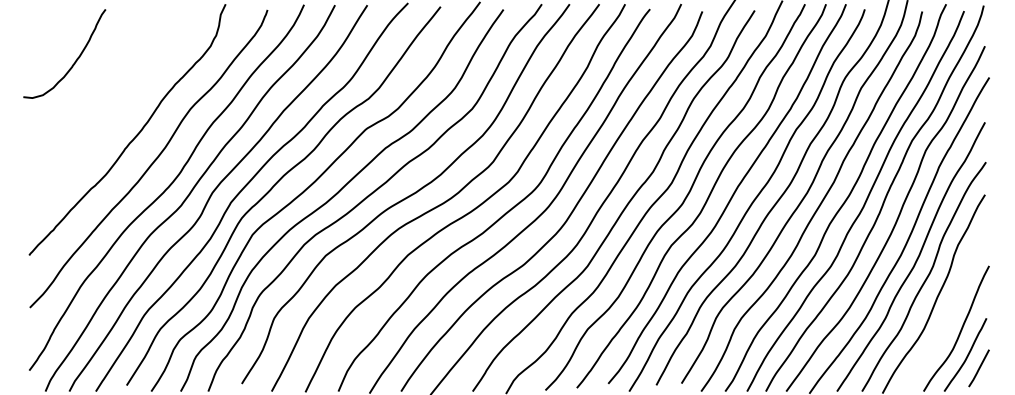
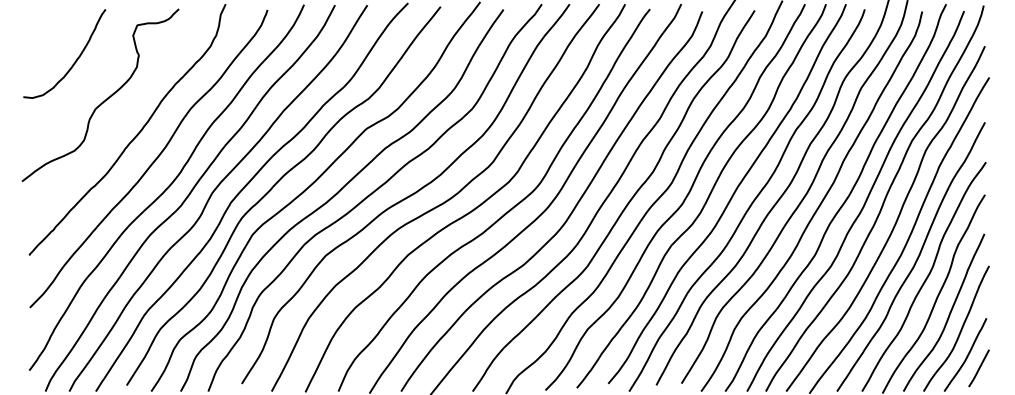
curve at (103, 100): none -> present
curve at (948, 314): none -> present
